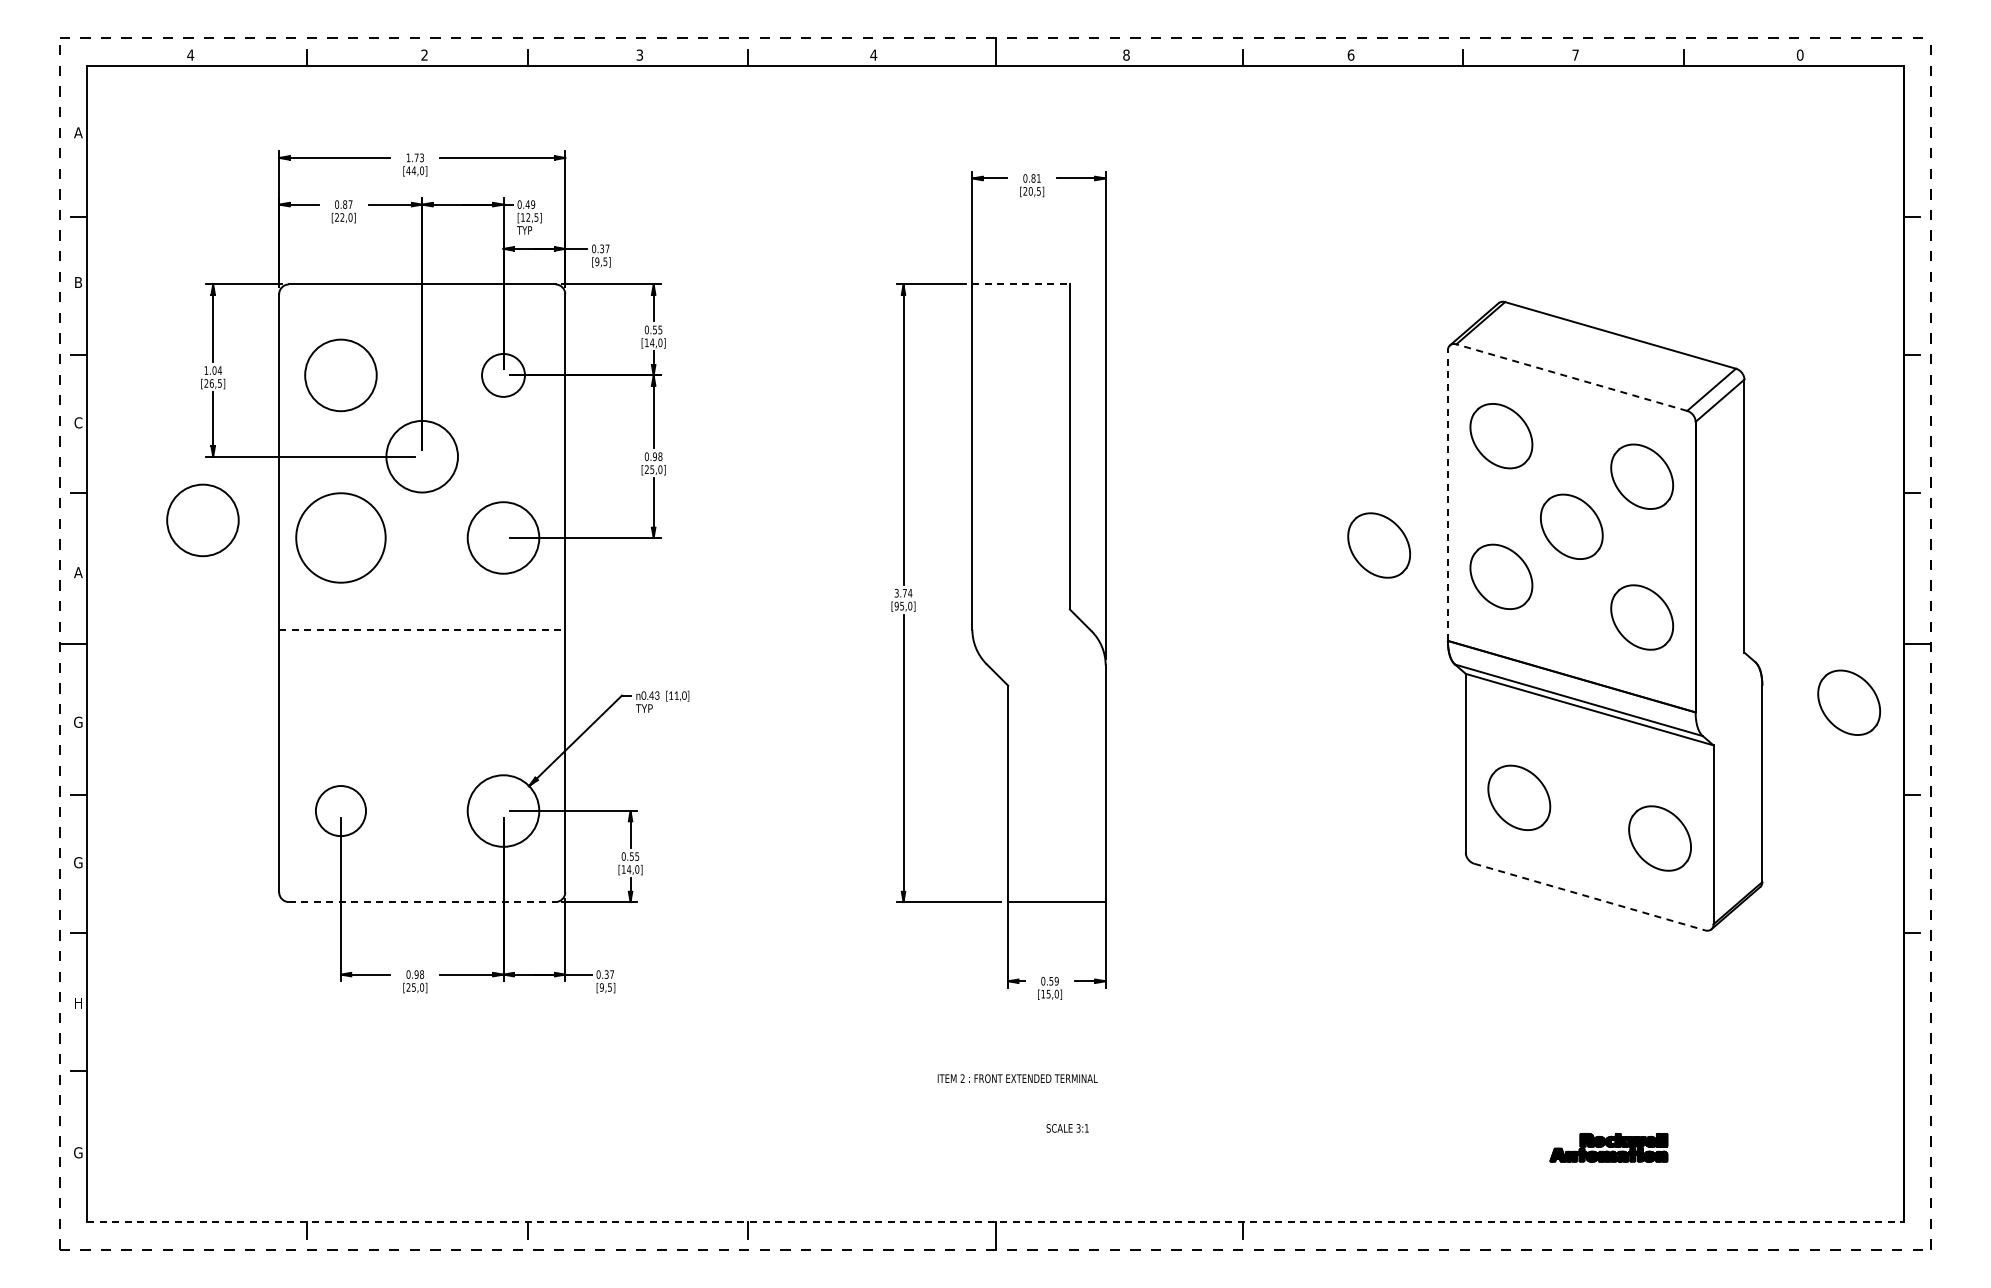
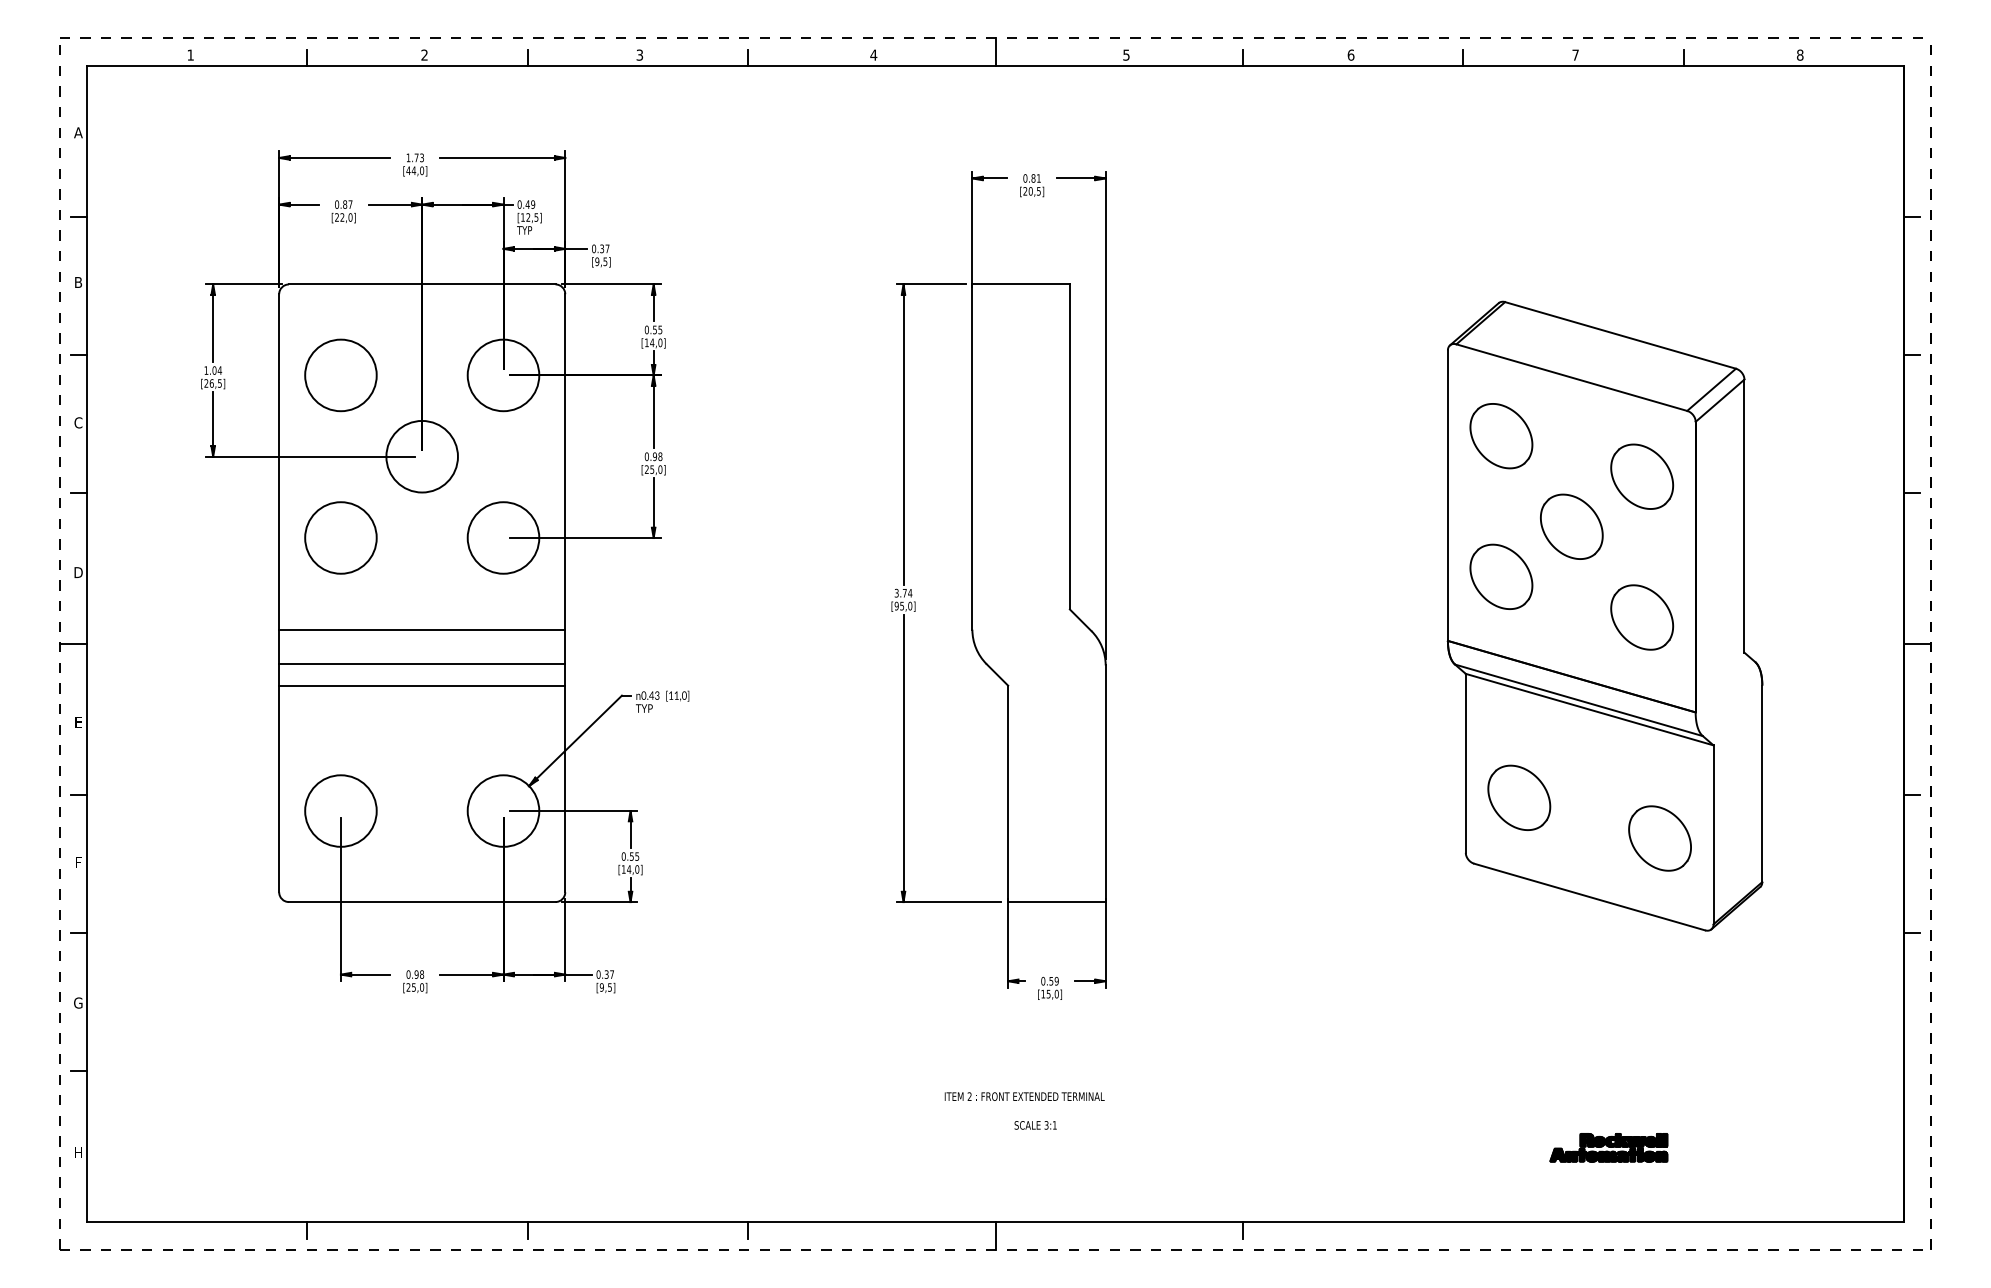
text at (190, 54): 4 -> 1
text at (1126, 54): 8 -> 5
text at (1799, 54): 0 -> 8
line at (1021, 284): dashed -> solid
circle at (503, 374) diameter: 43 px -> 72 px
line at (1571, 377): dashed -> solid
line at (1447, 495): dashed -> solid
circle at (202, 520): present -> none
circle at (340, 537) diameter: 89 px -> 72 px
part at (1379, 545): present -> none
text at (78, 572): A -> D
line at (422, 629): dashed -> solid
line at (422, 664): none -> present
line at (422, 685): none -> present
part at (1849, 702): present -> none
text at (78, 721): G -> E
circle at (340, 811) diameter: 50 px -> 72 px
text at (78, 862): G -> F
line at (1590, 897): dashed -> solid
line at (422, 902): dashed -> solid
text at (78, 1002): H -> G
text at (1017, 1078) position: (1017, 1078) -> (1024, 1096)
text at (1067, 1128) position: (1067, 1128) -> (1035, 1125)
text at (78, 1152): G -> H
line at (996, 1221): dashed -> solid
